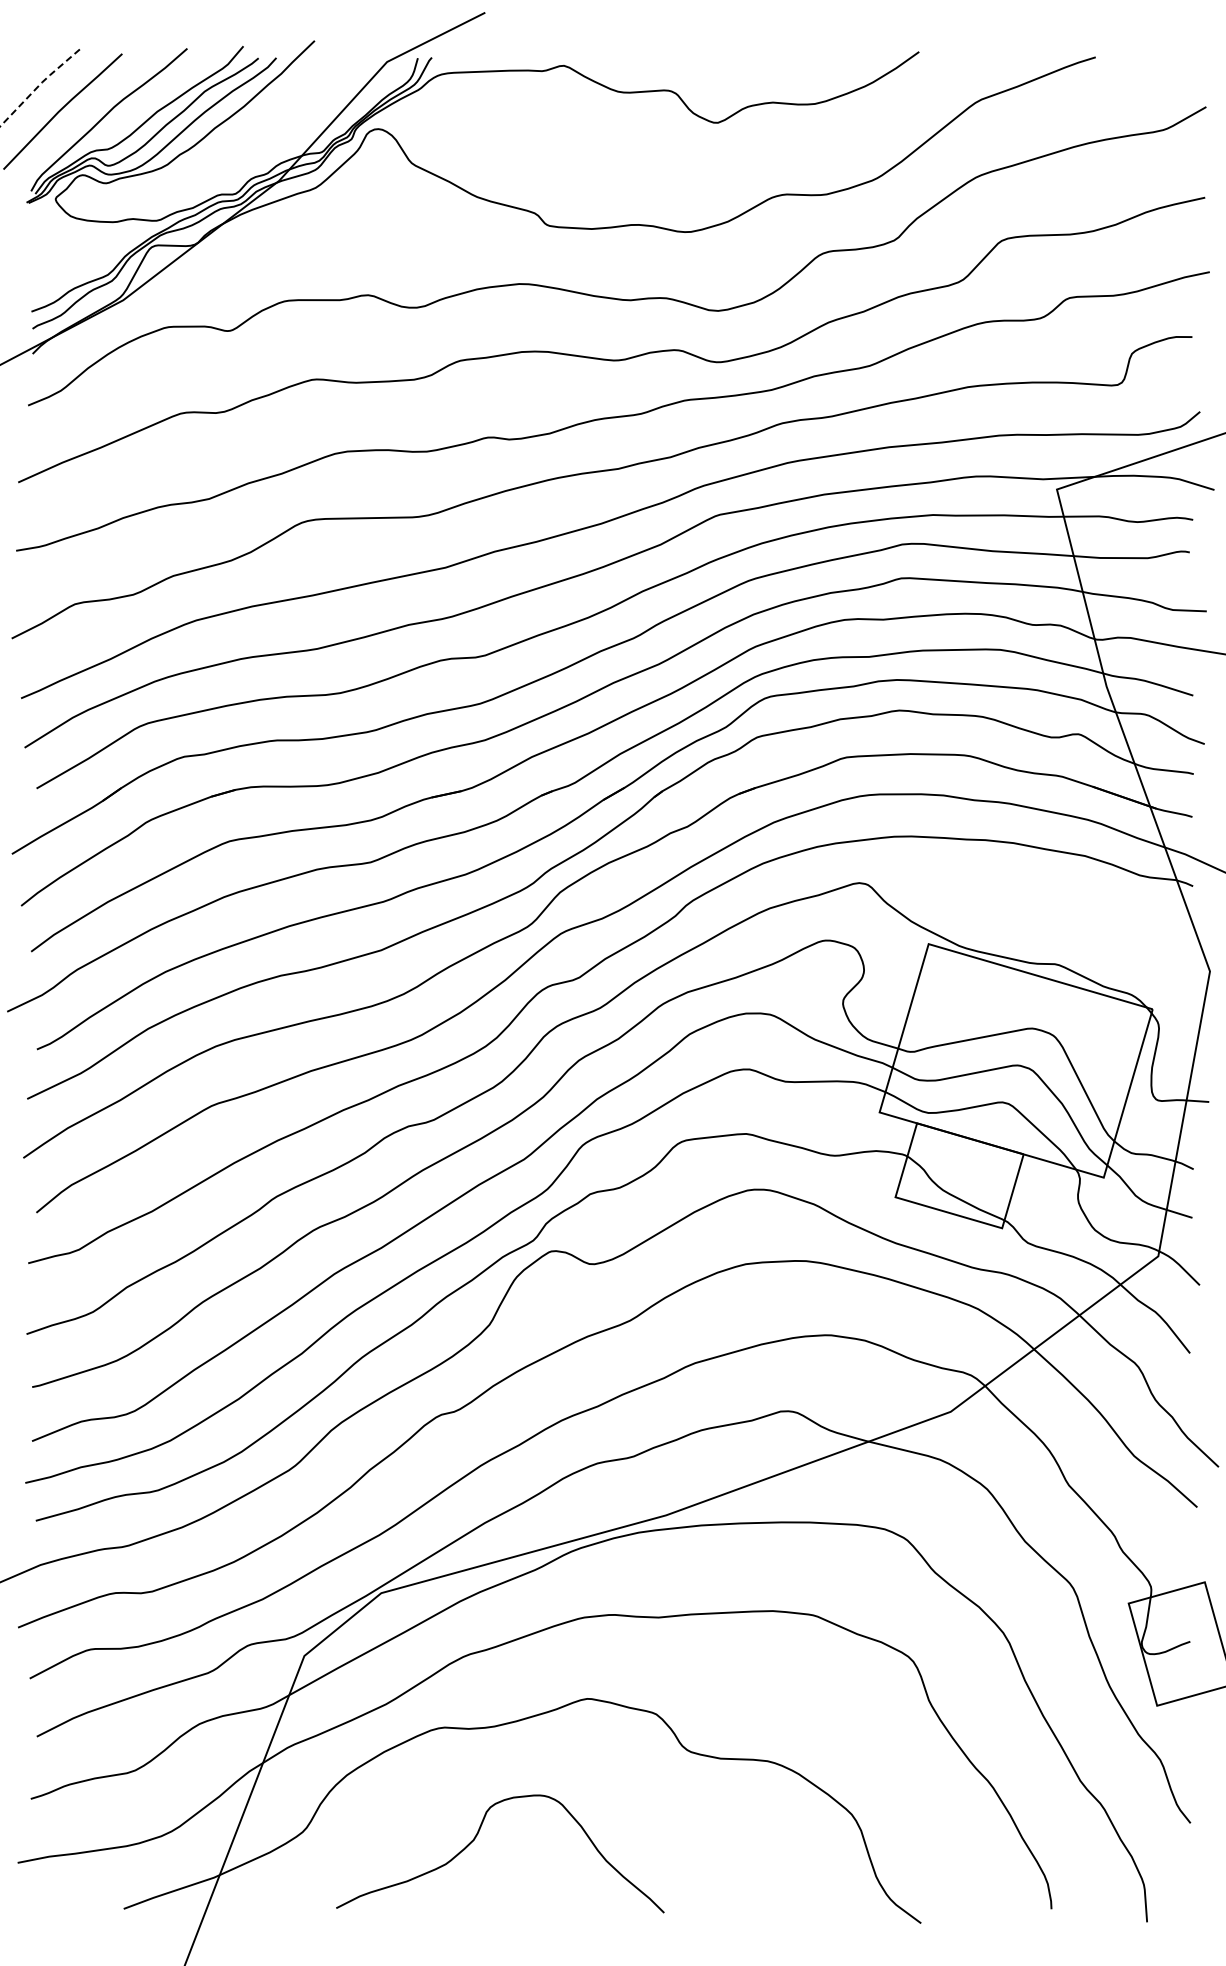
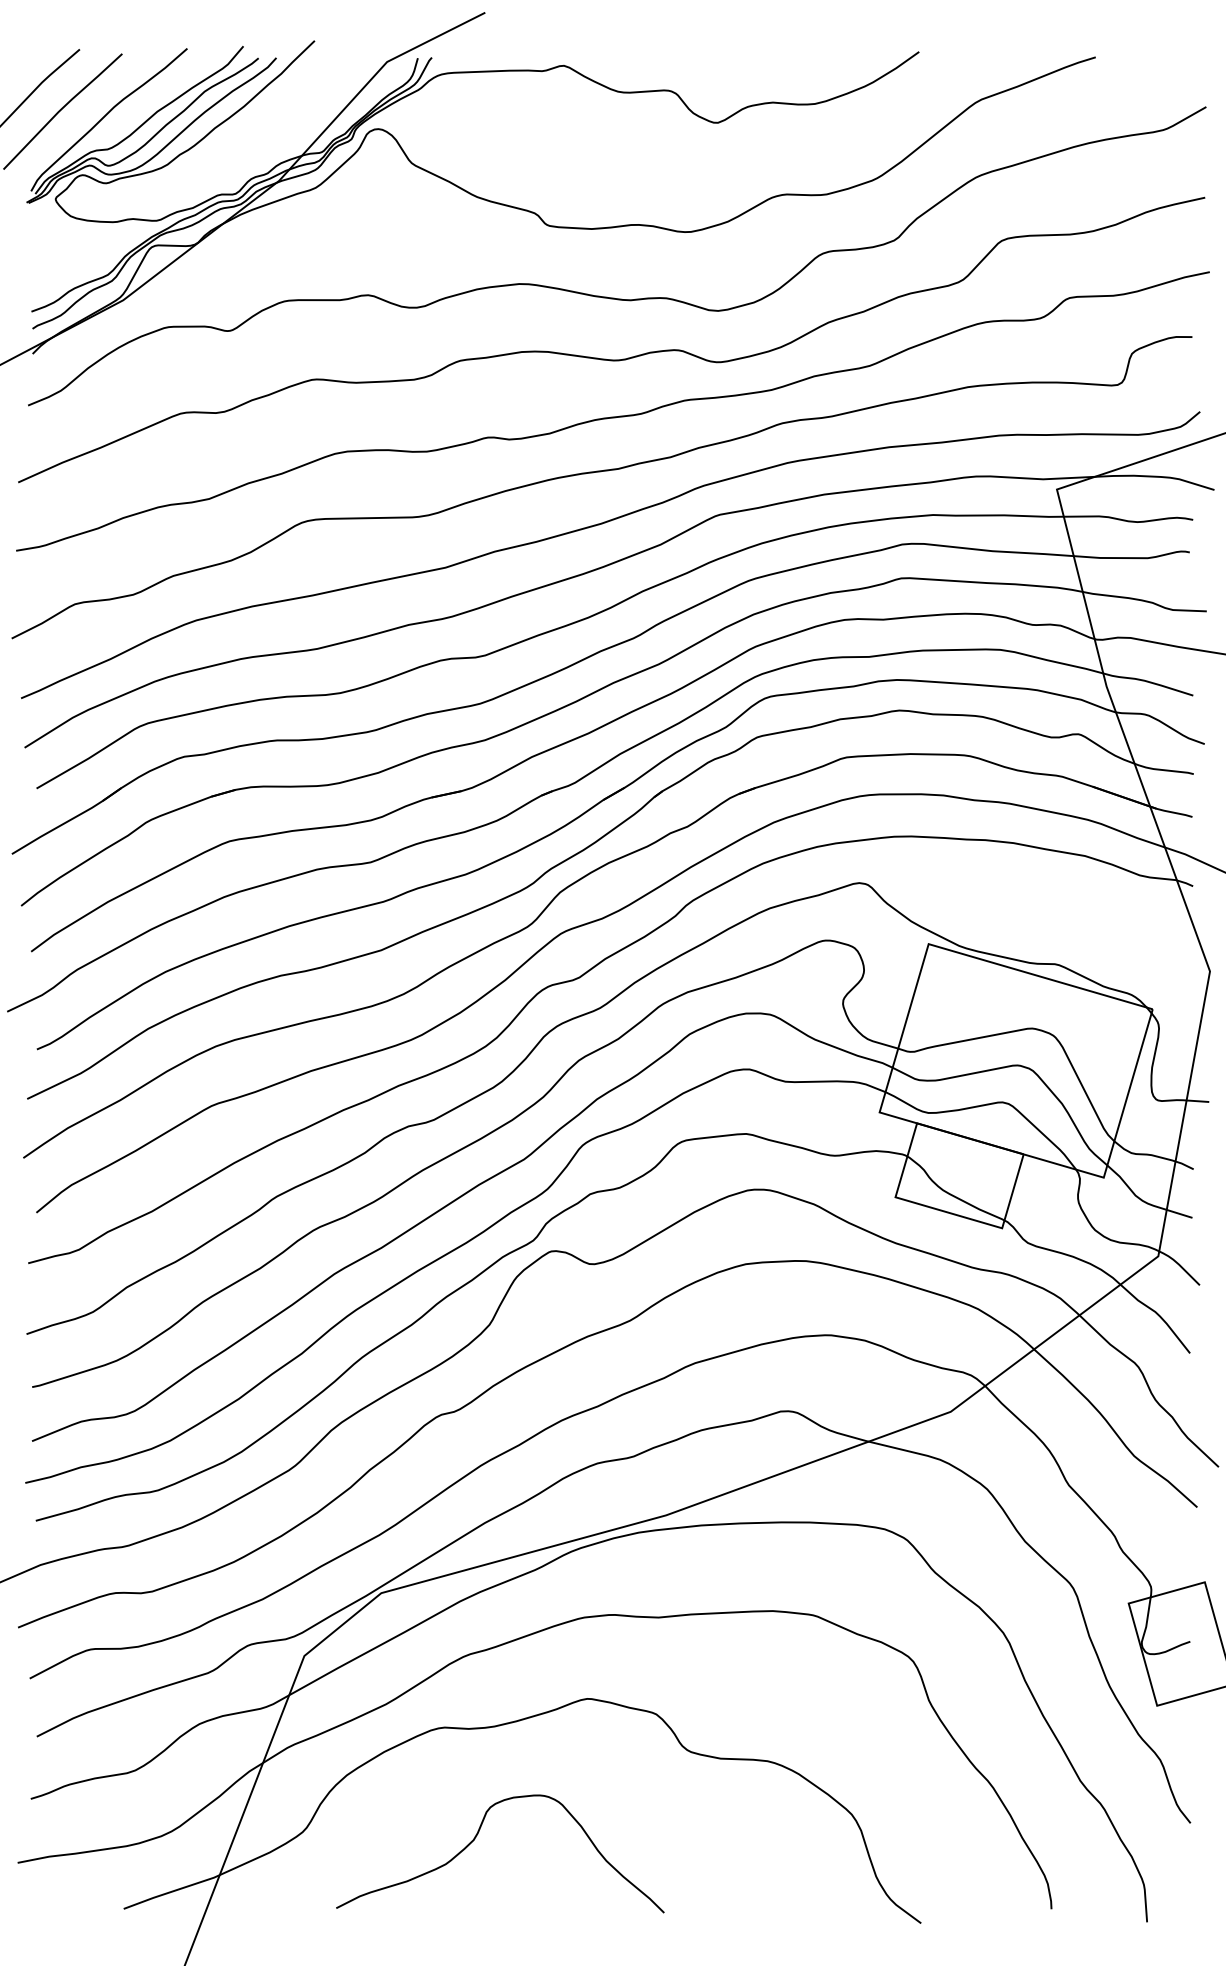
line at (39, 85): dashed -> solid
